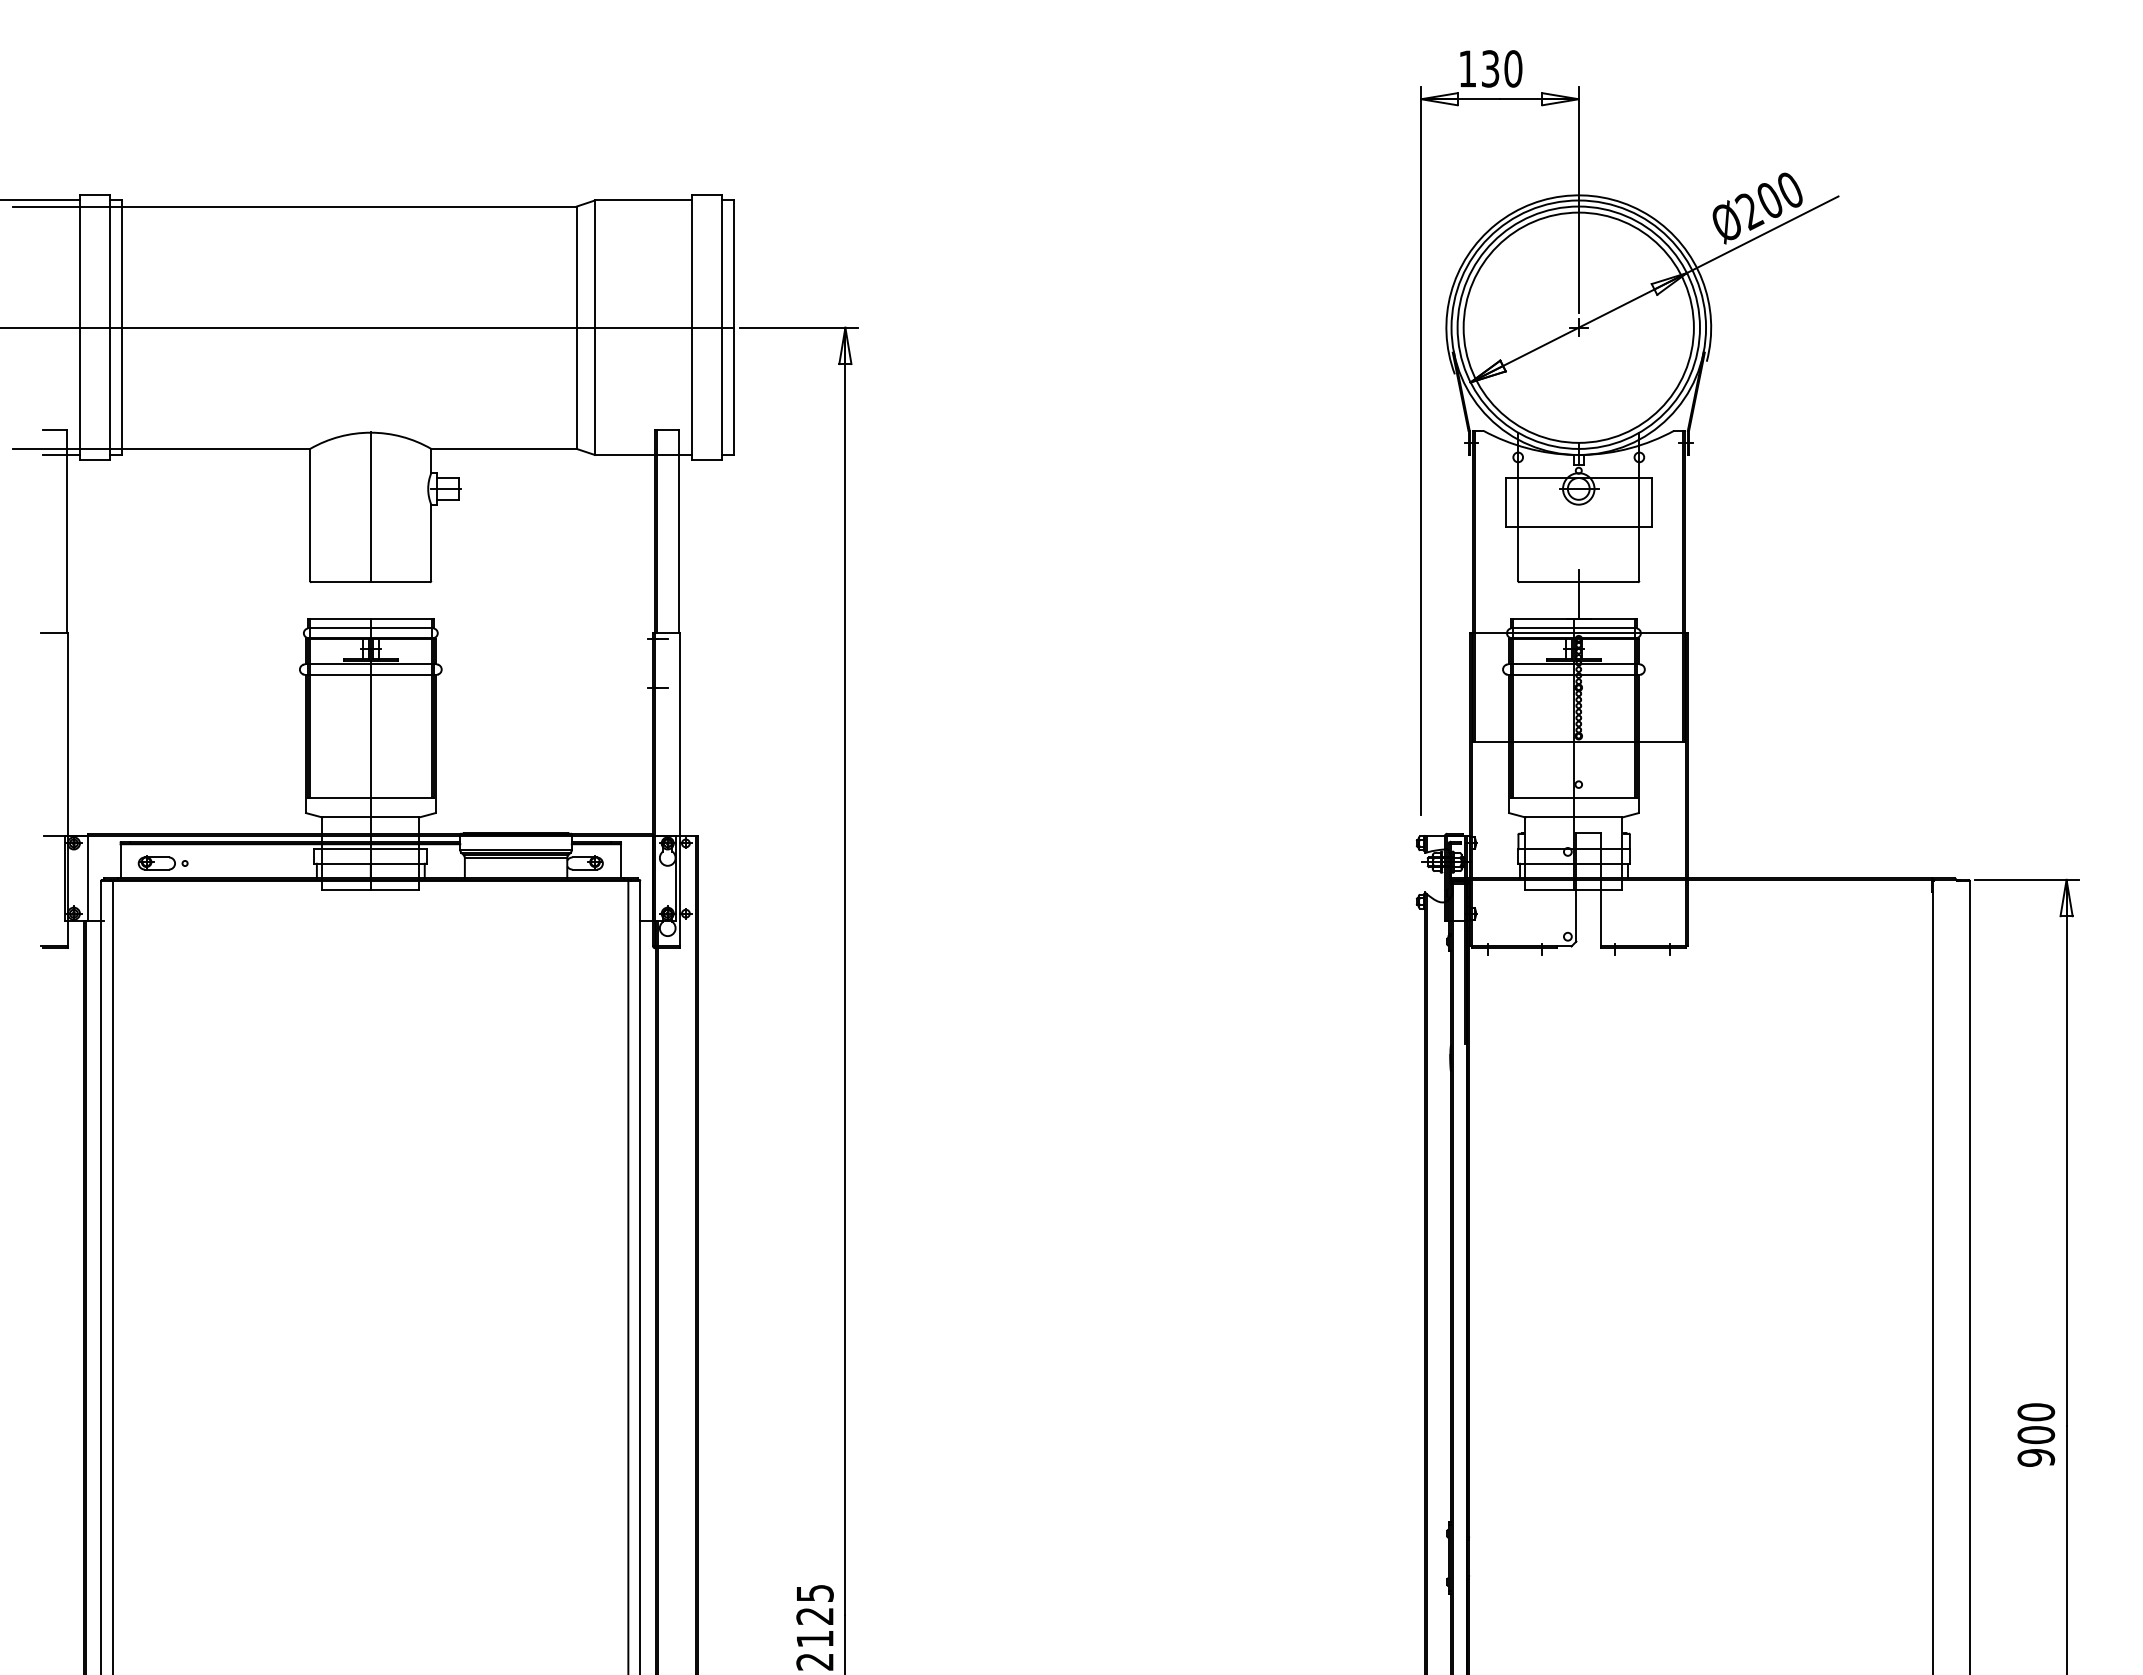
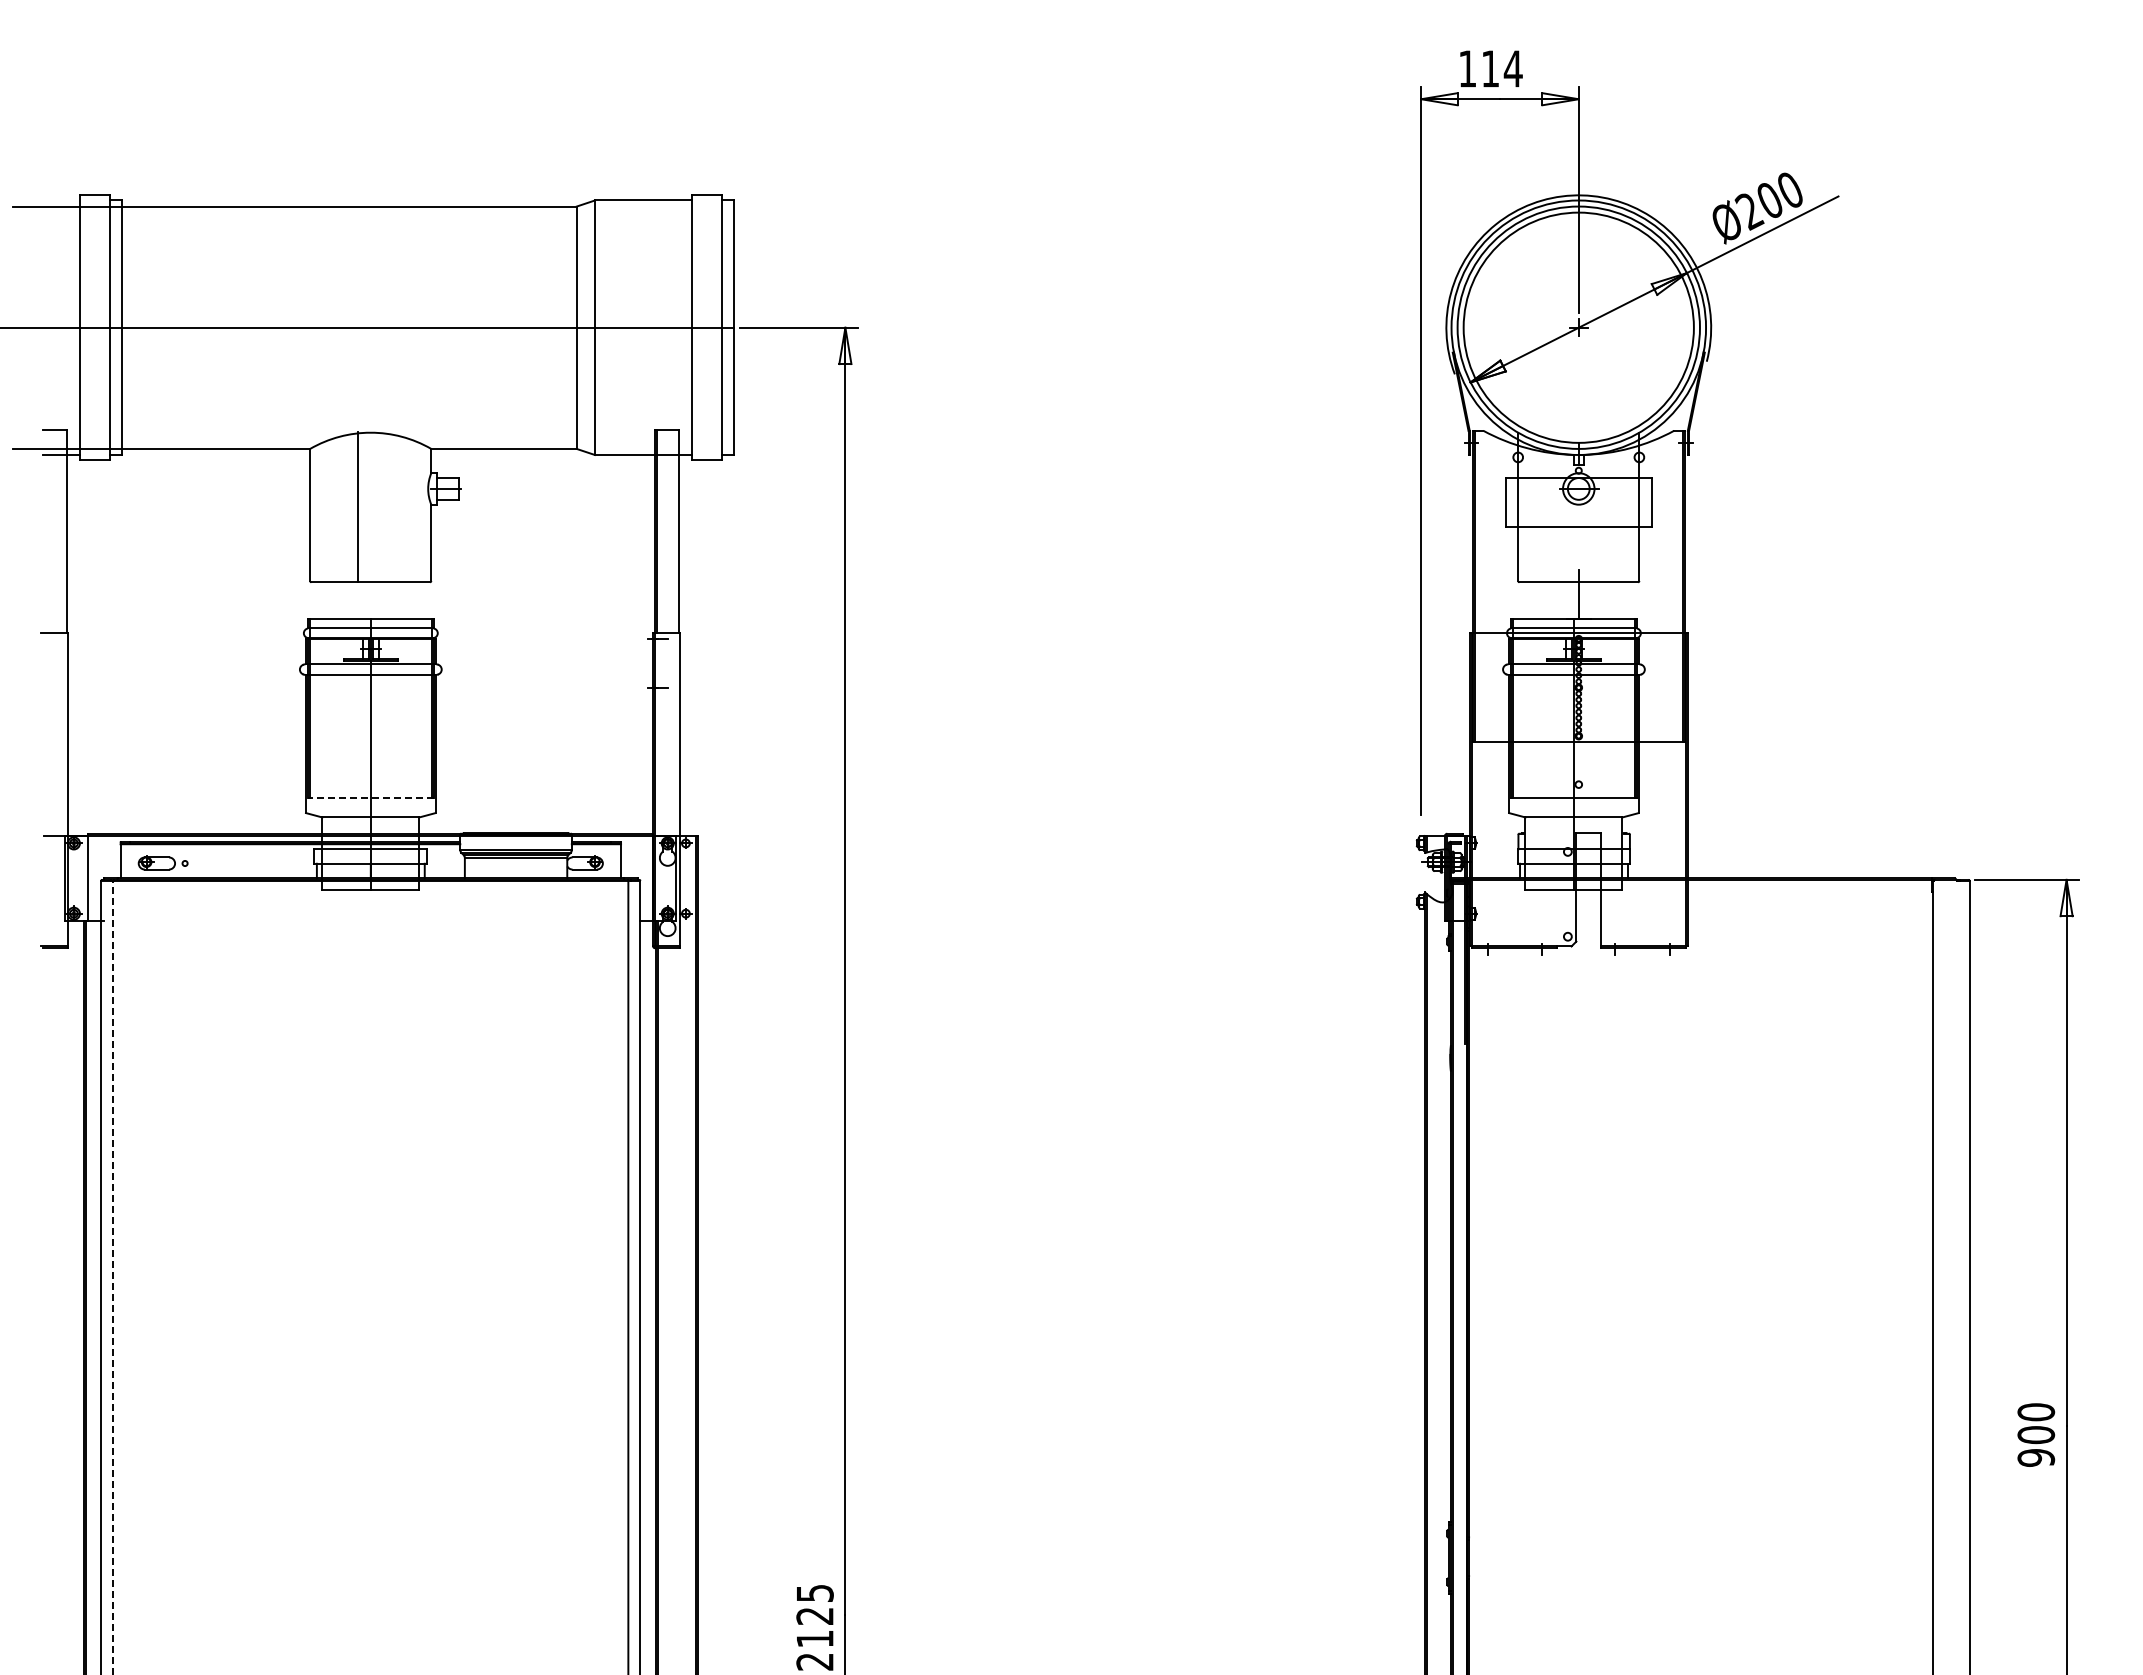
text at (1502, 68): 130 -> 114
line at (40, 200): present -> none
line at (370, 507) position: (370, 507) -> (357, 507)
line at (370, 798): solid -> dashed
line at (113, 1277): solid -> dashed
